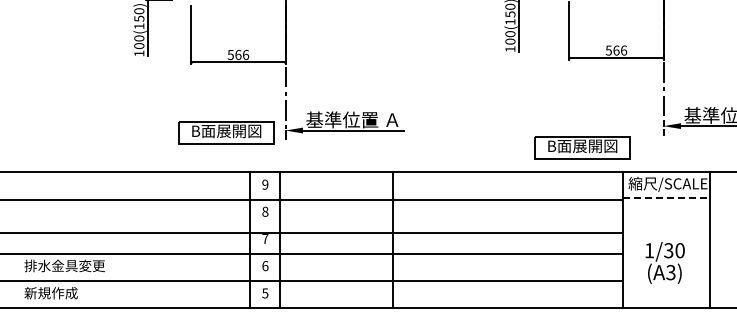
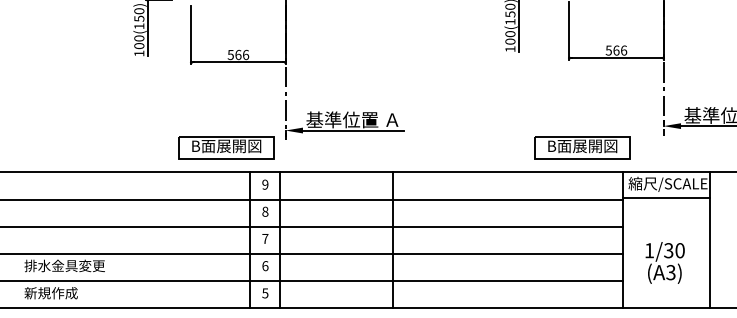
part at (226, 132) position: (226, 132) -> (226, 147)
line at (666, 198): dashed -> solid
line at (312, 232) position: (312, 232) -> (312, 226)
